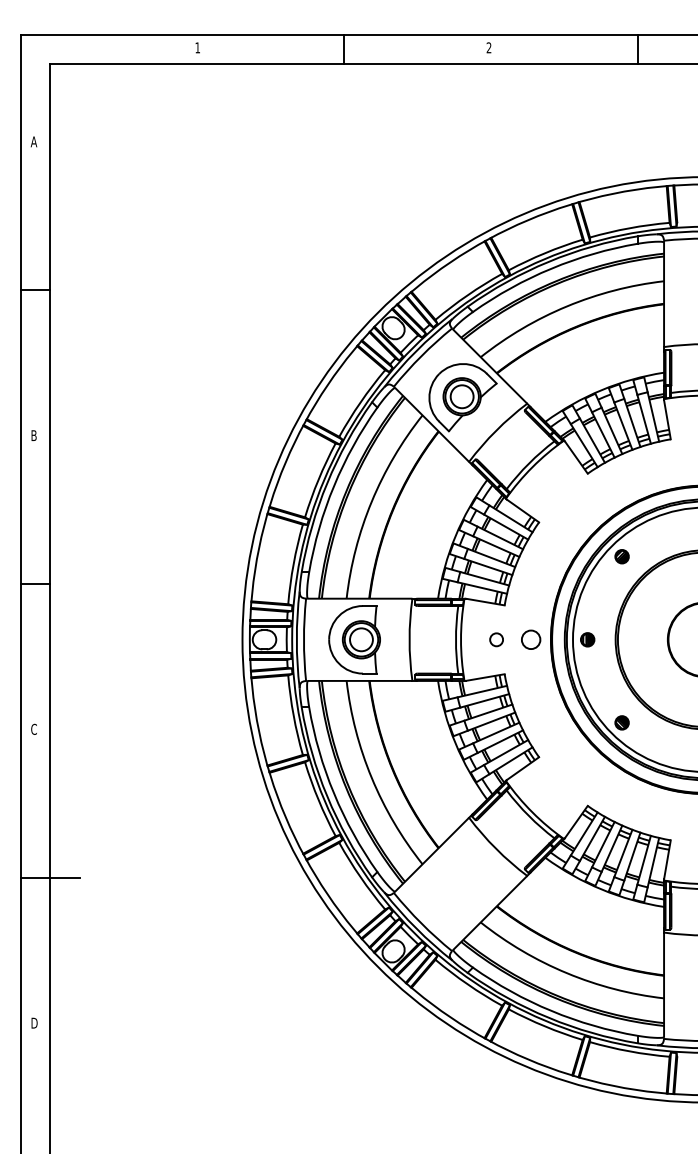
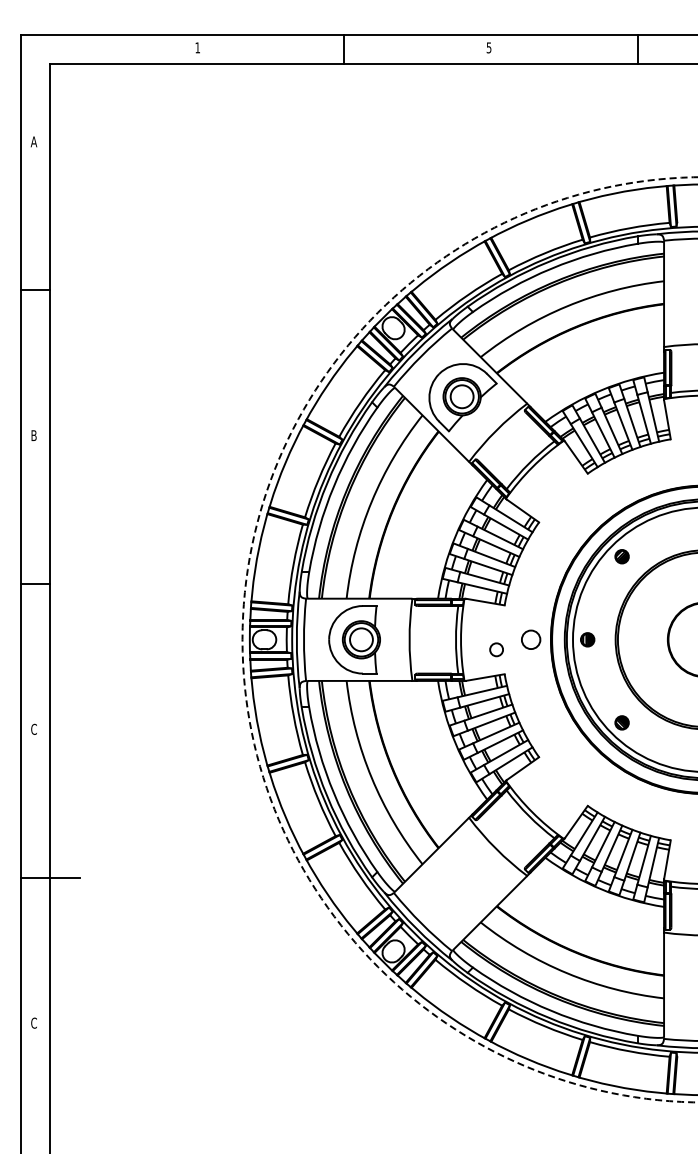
text at (488, 47): 2 -> 5
circle at (469, 639): solid -> dashed
circle at (496, 639) position: (496, 639) -> (496, 649)
text at (34, 1022): D -> C
